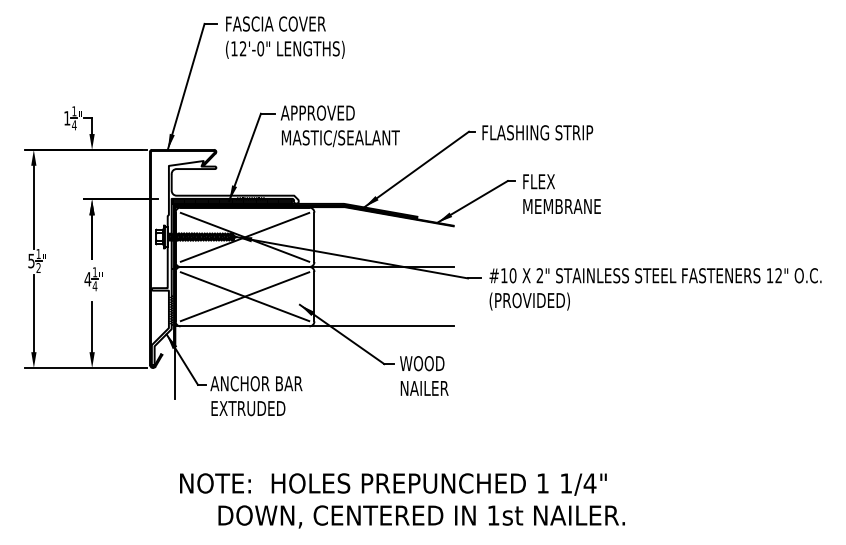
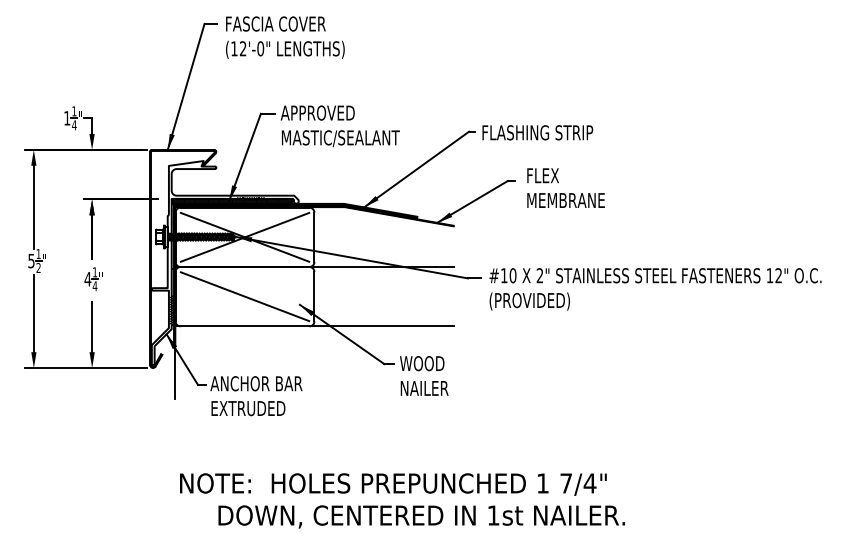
text at (561, 193) position: (561, 193) -> (565, 187)
line at (244, 296): present -> none
text at (565, 483): 1/4" -> 7/4"
